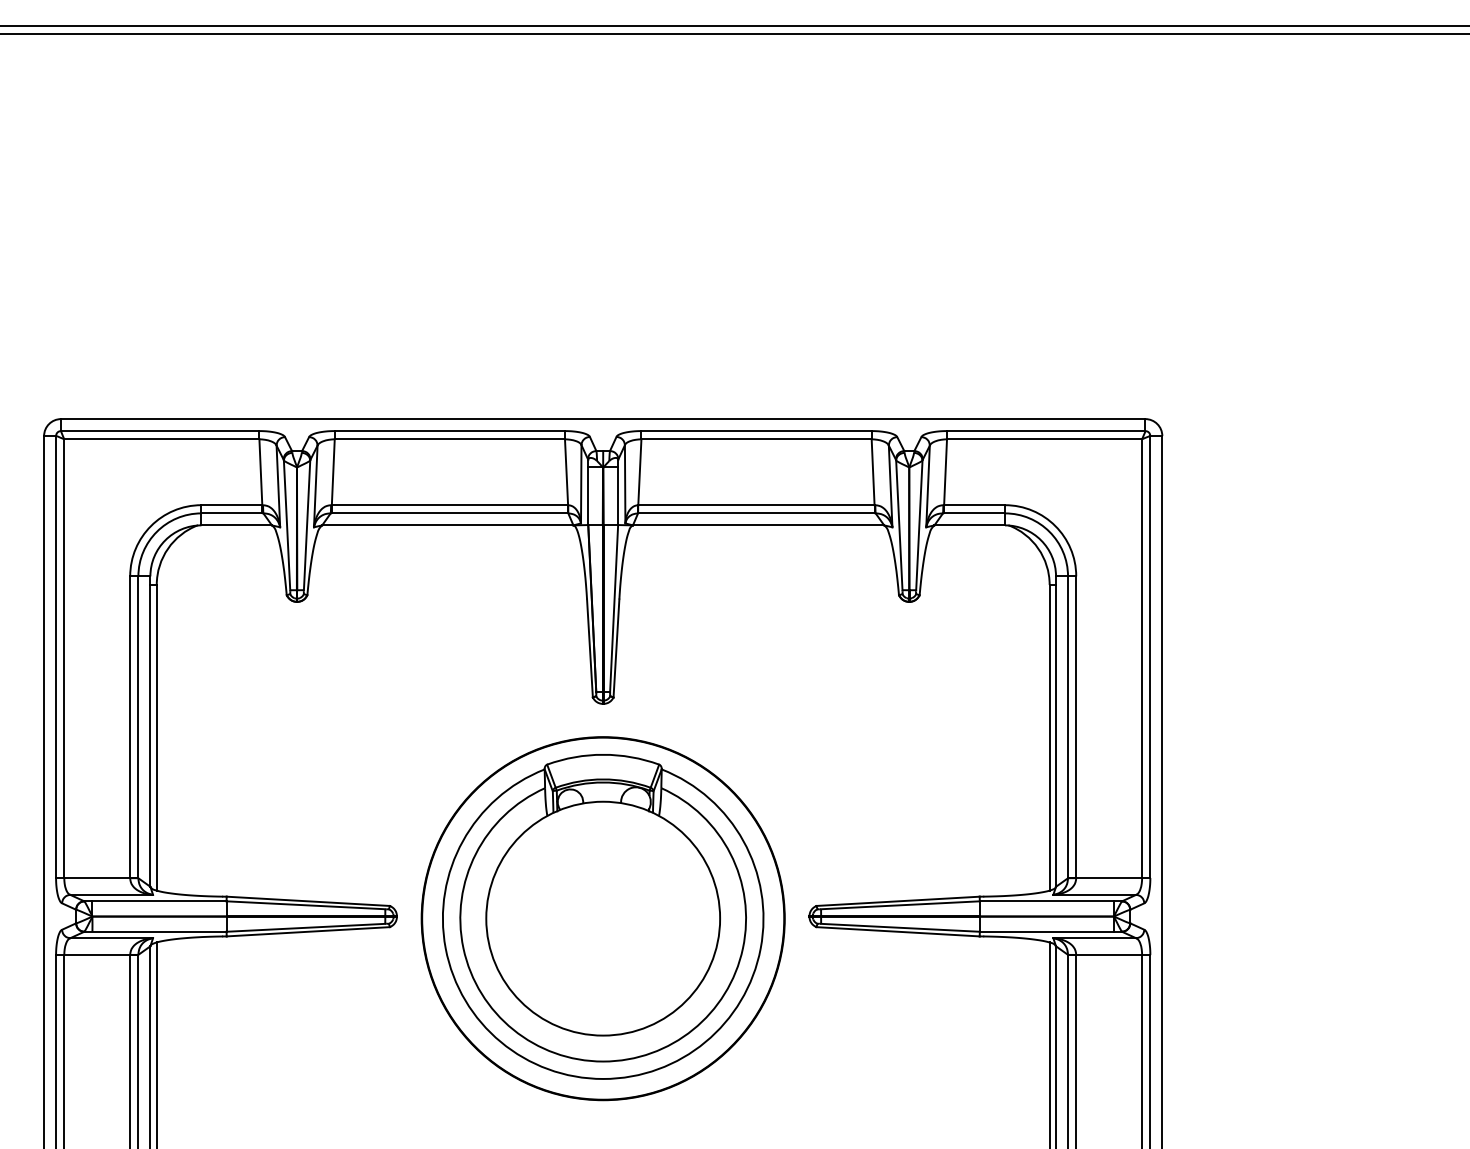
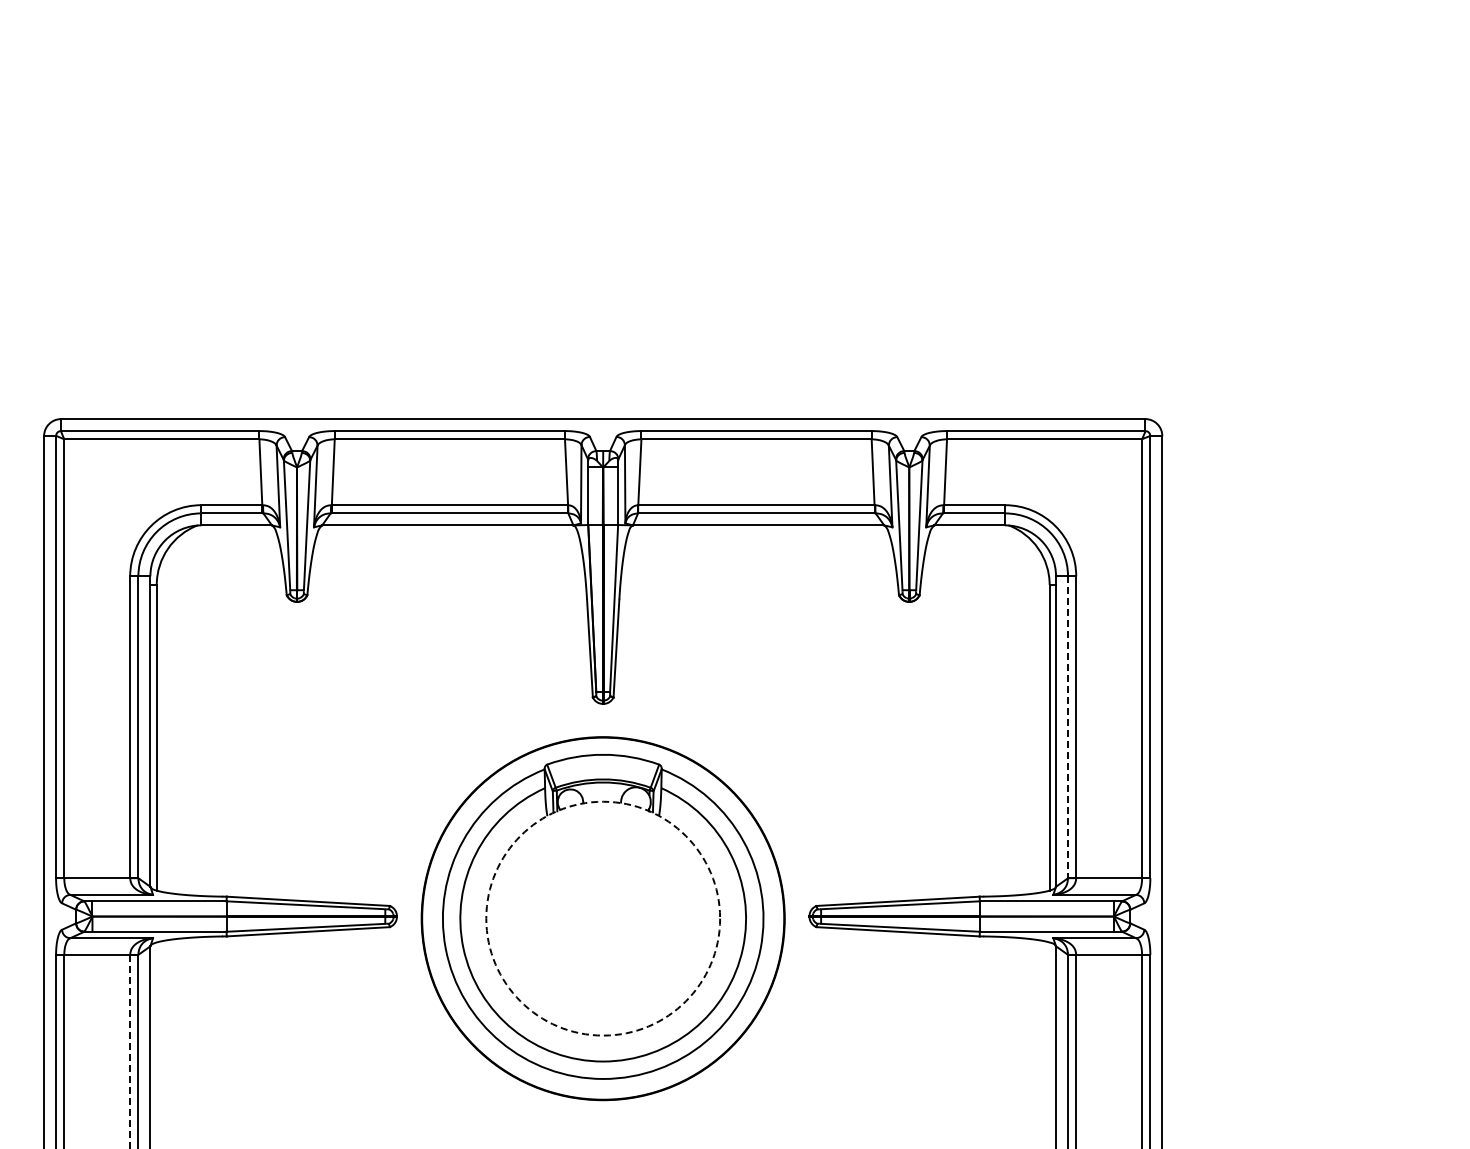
line at (734, 25): present -> none
line at (734, 34): present -> none
line at (1068, 727): solid -> dashed
circle at (603, 918): solid -> dashed
line at (156, 1043): present -> none
line at (1049, 1043): present -> none
line at (130, 1051): solid -> dashed
